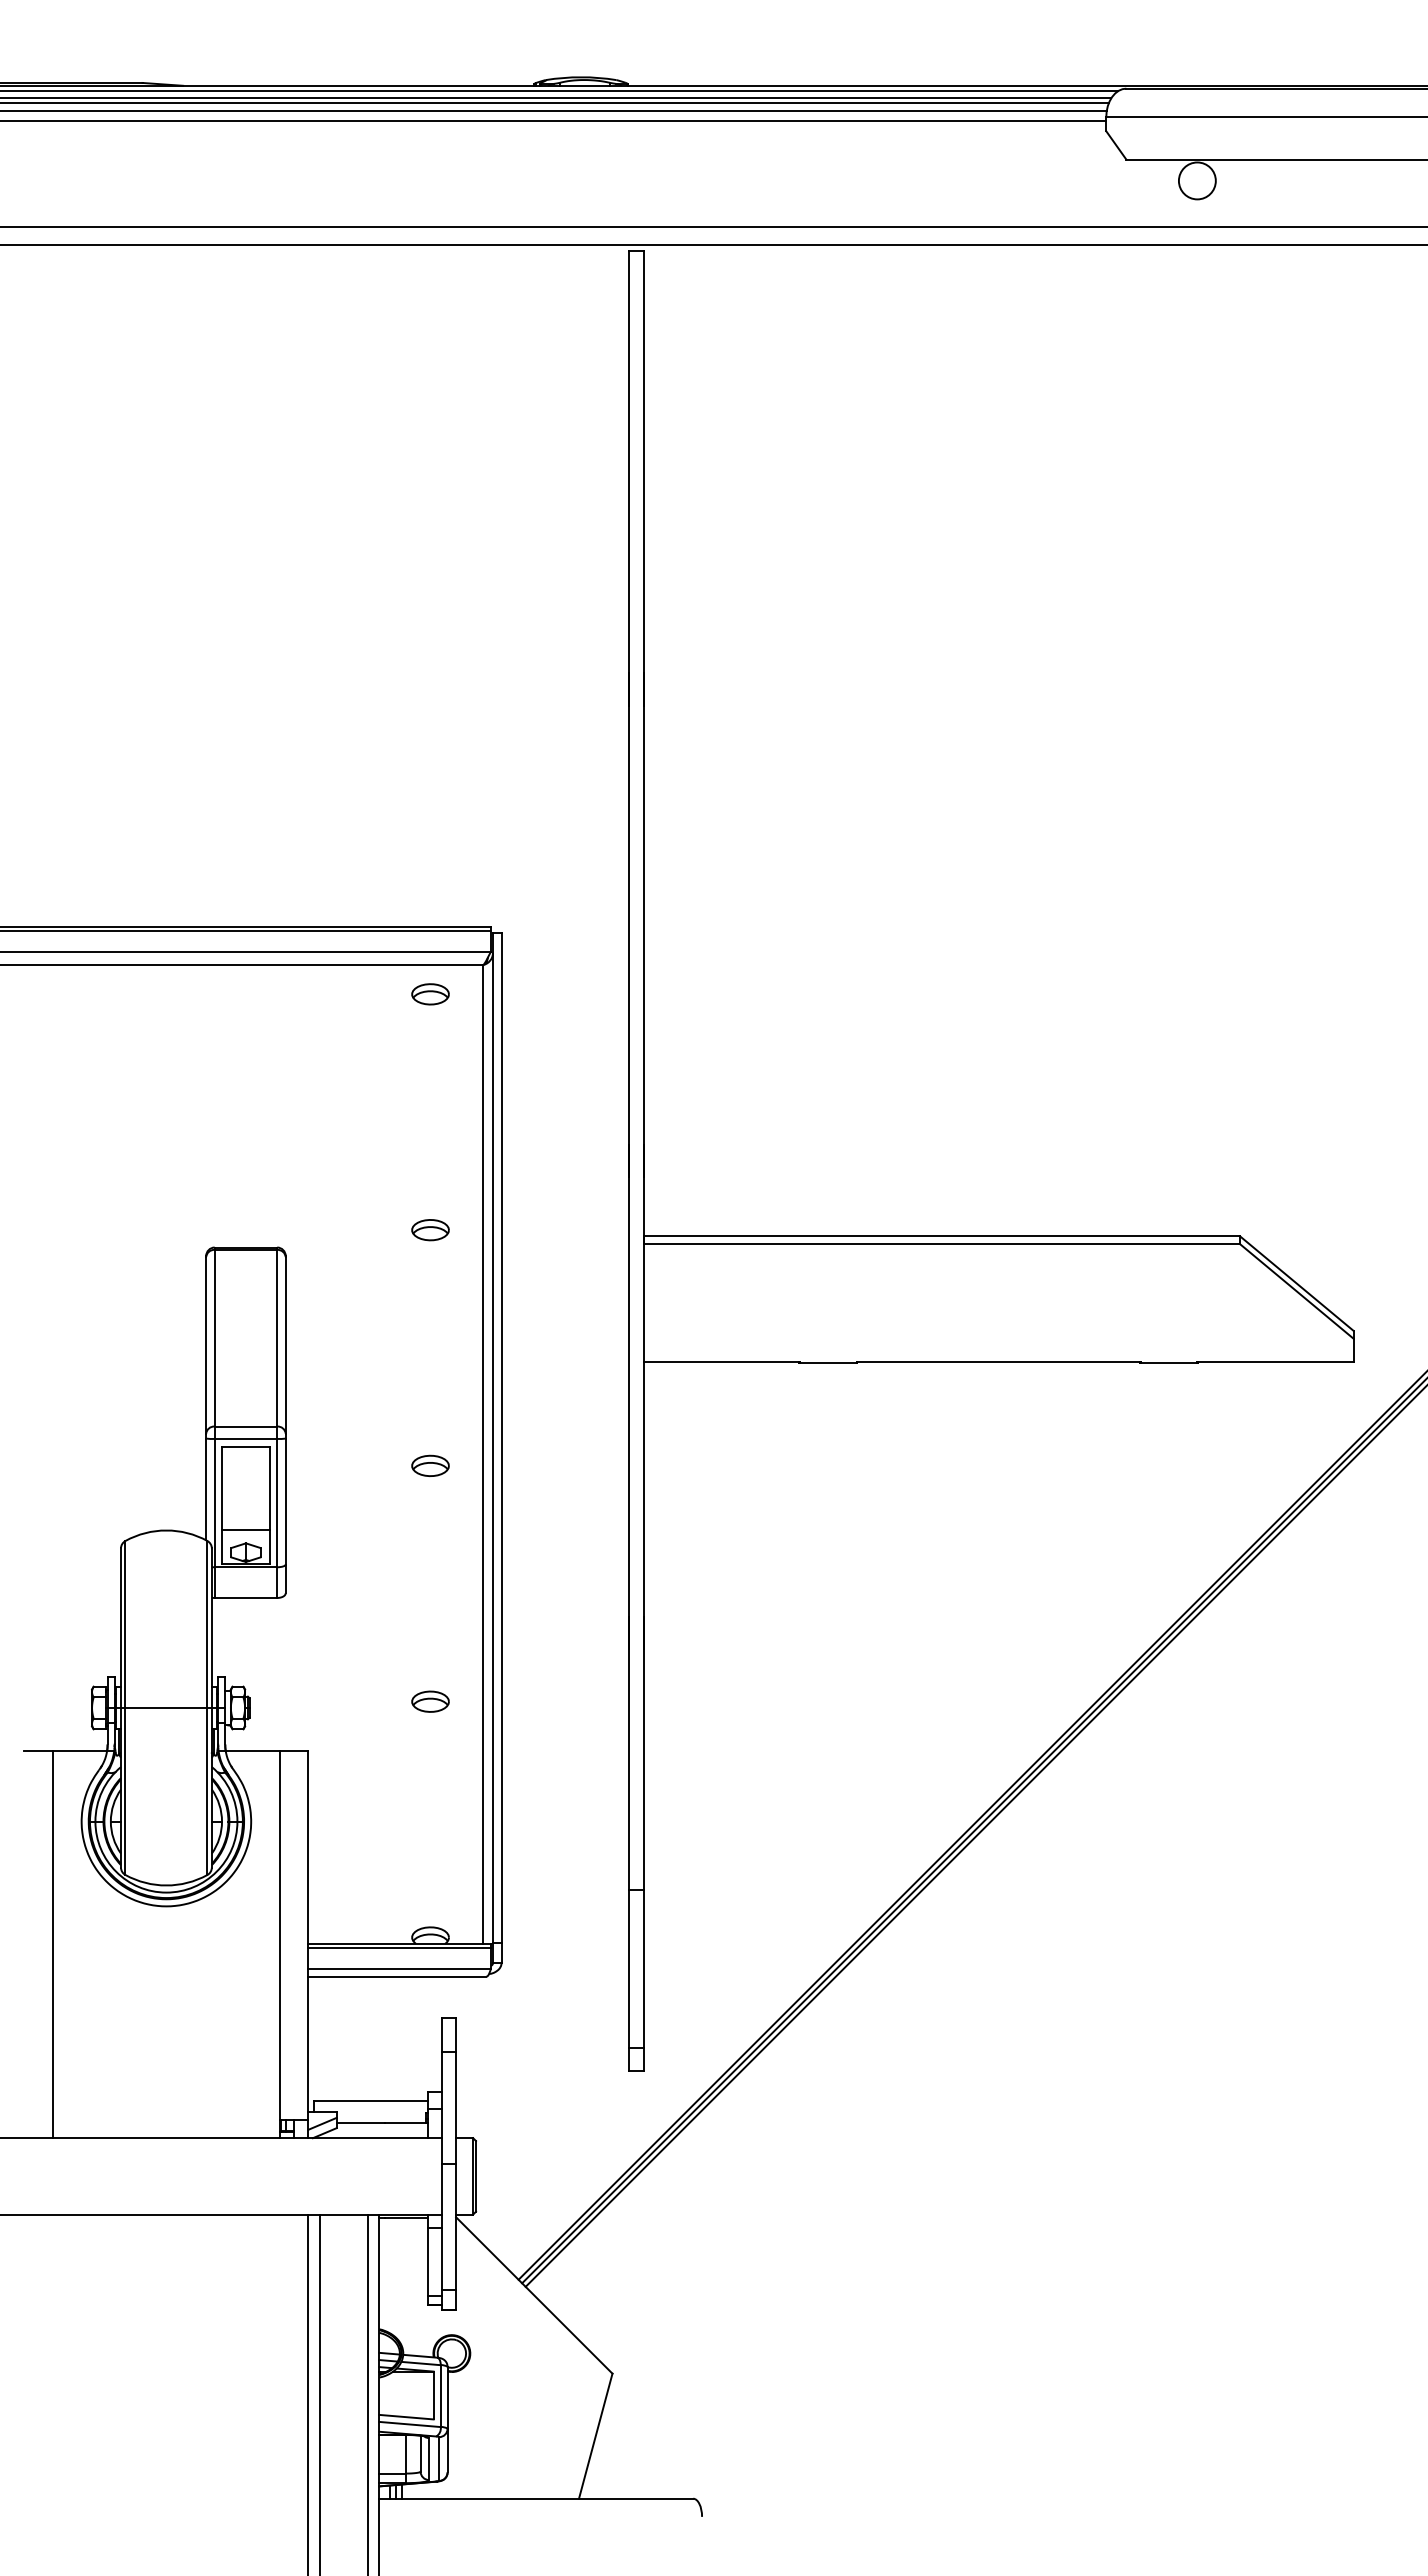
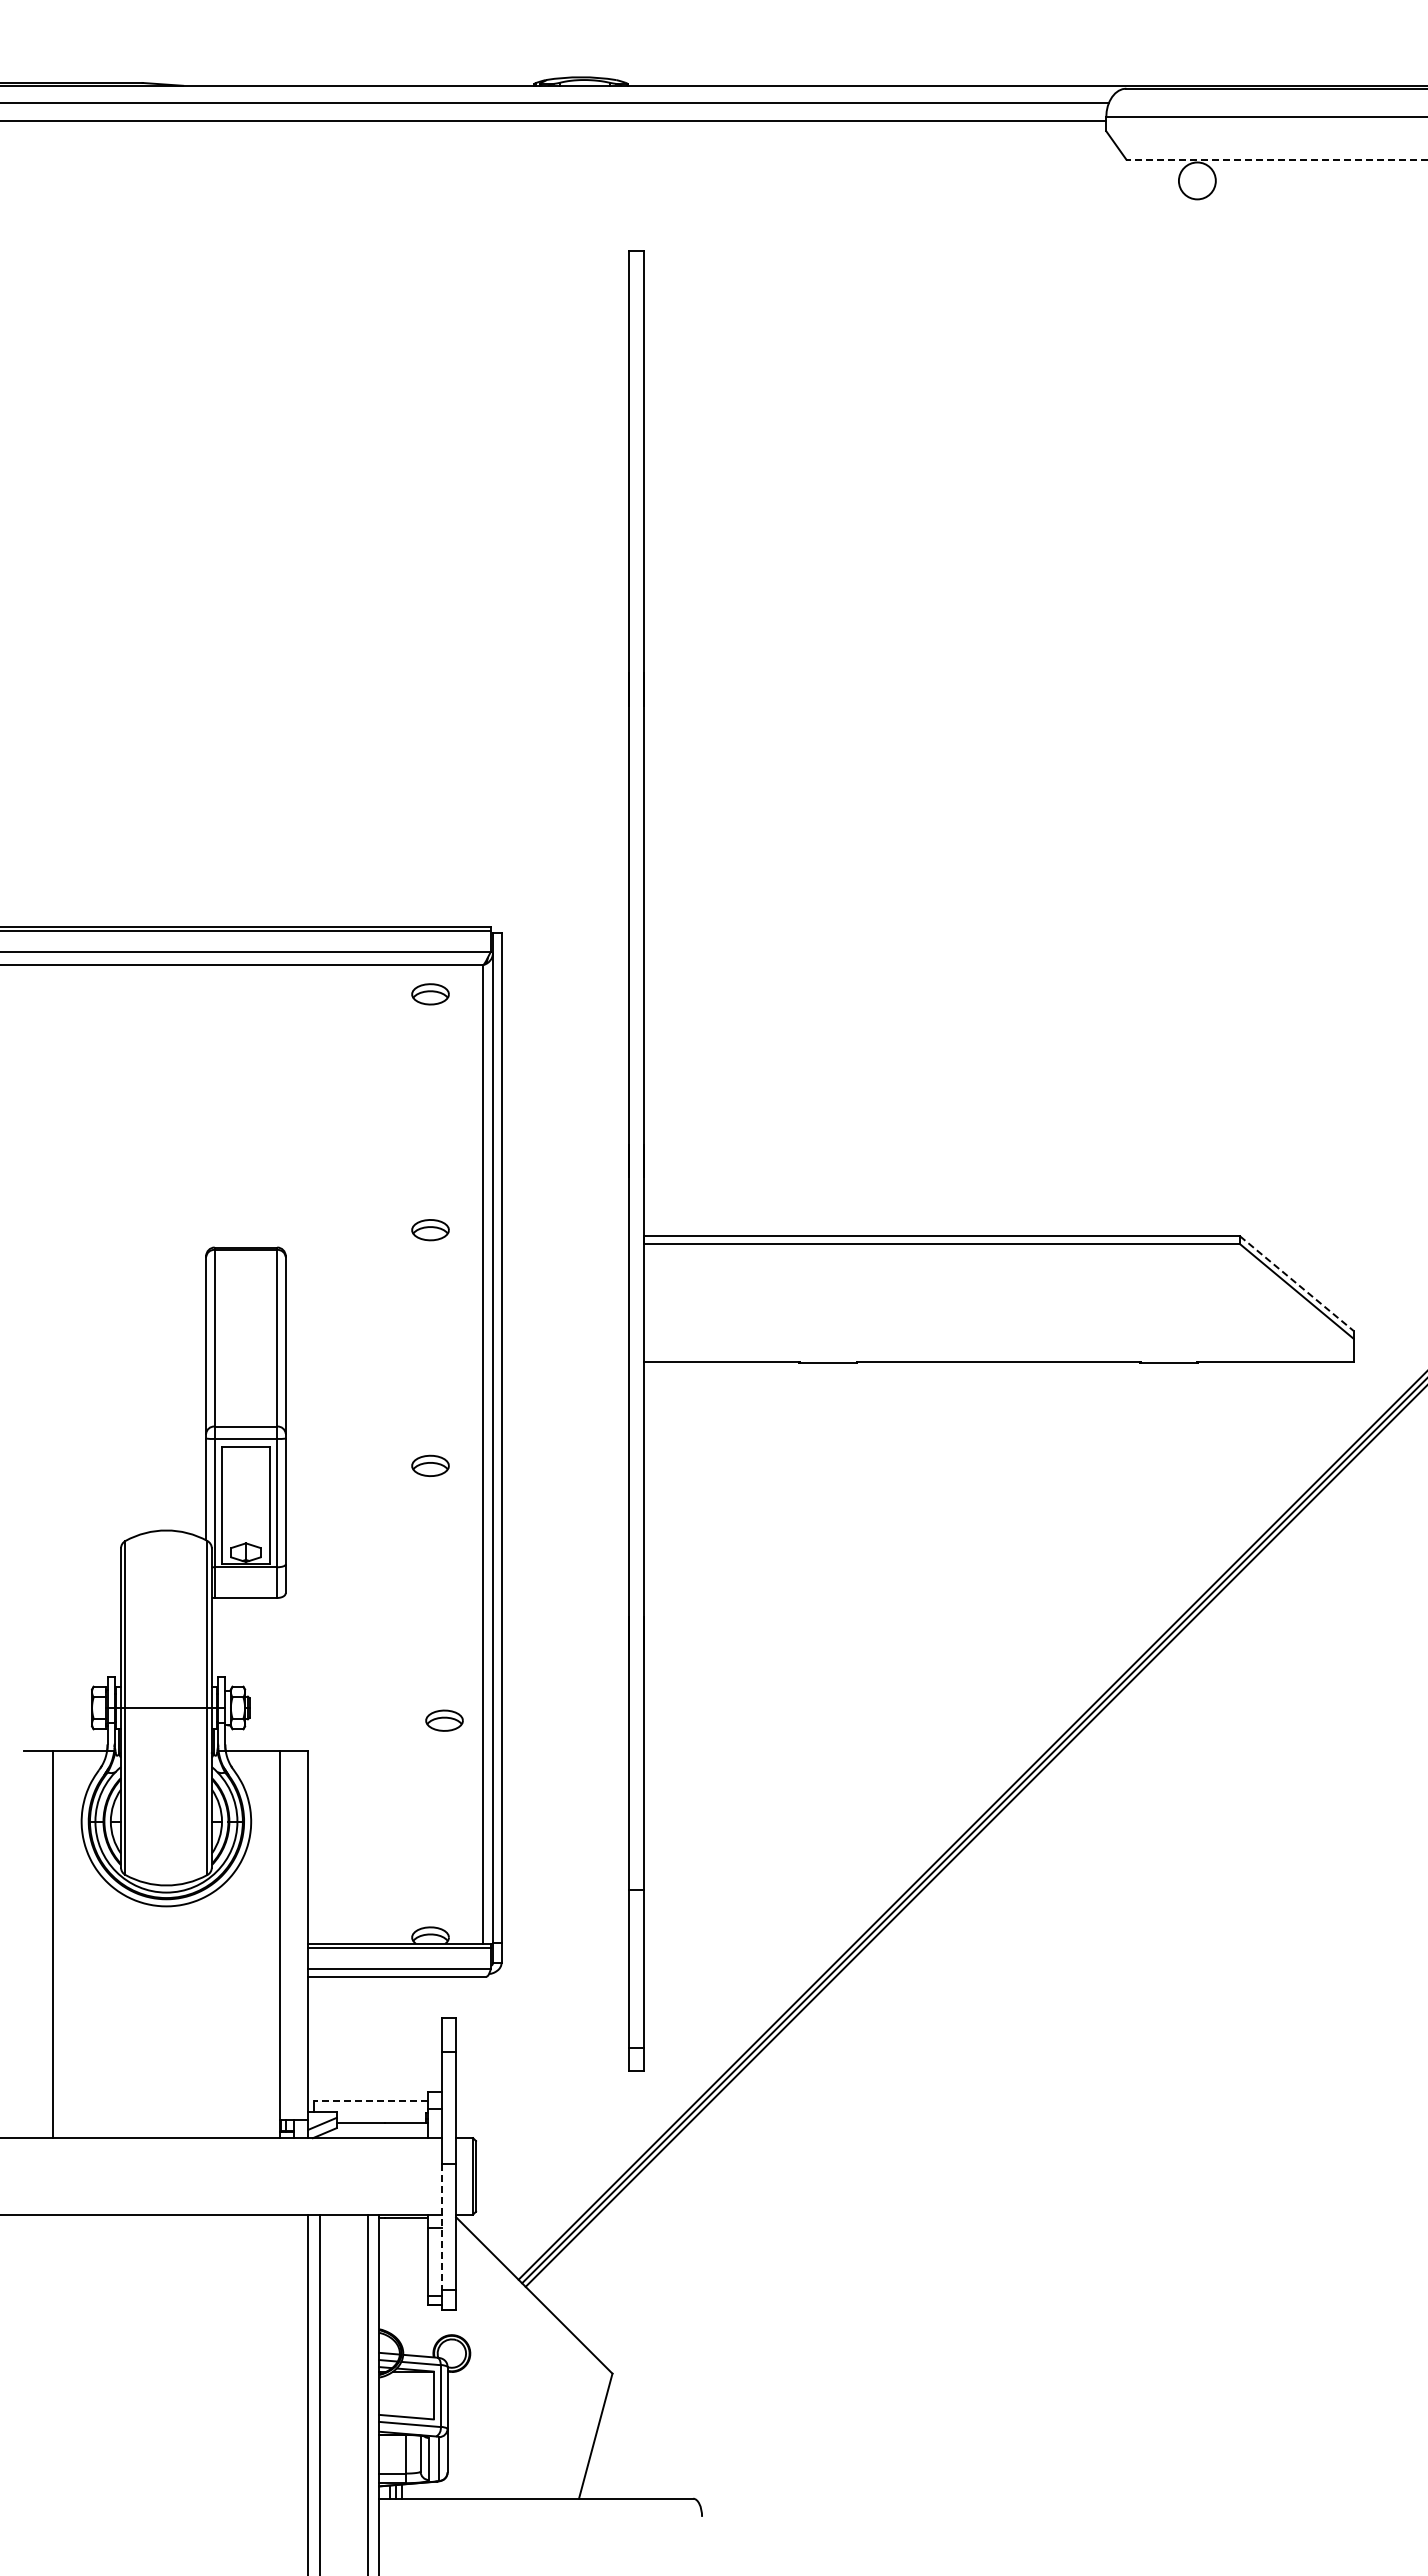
line at (559, 91): present -> none
line at (556, 98): present -> none
line at (554, 111): present -> none
line at (1276, 159): solid -> dashed
line at (713, 226): present -> none
line at (713, 244): present -> none
line at (1296, 1283): solid -> dashed
line at (245, 1530): present -> none
part at (430, 1701) position: (430, 1701) -> (444, 1720)
line at (370, 2101): solid -> dashed
line at (441, 2227): solid -> dashed
